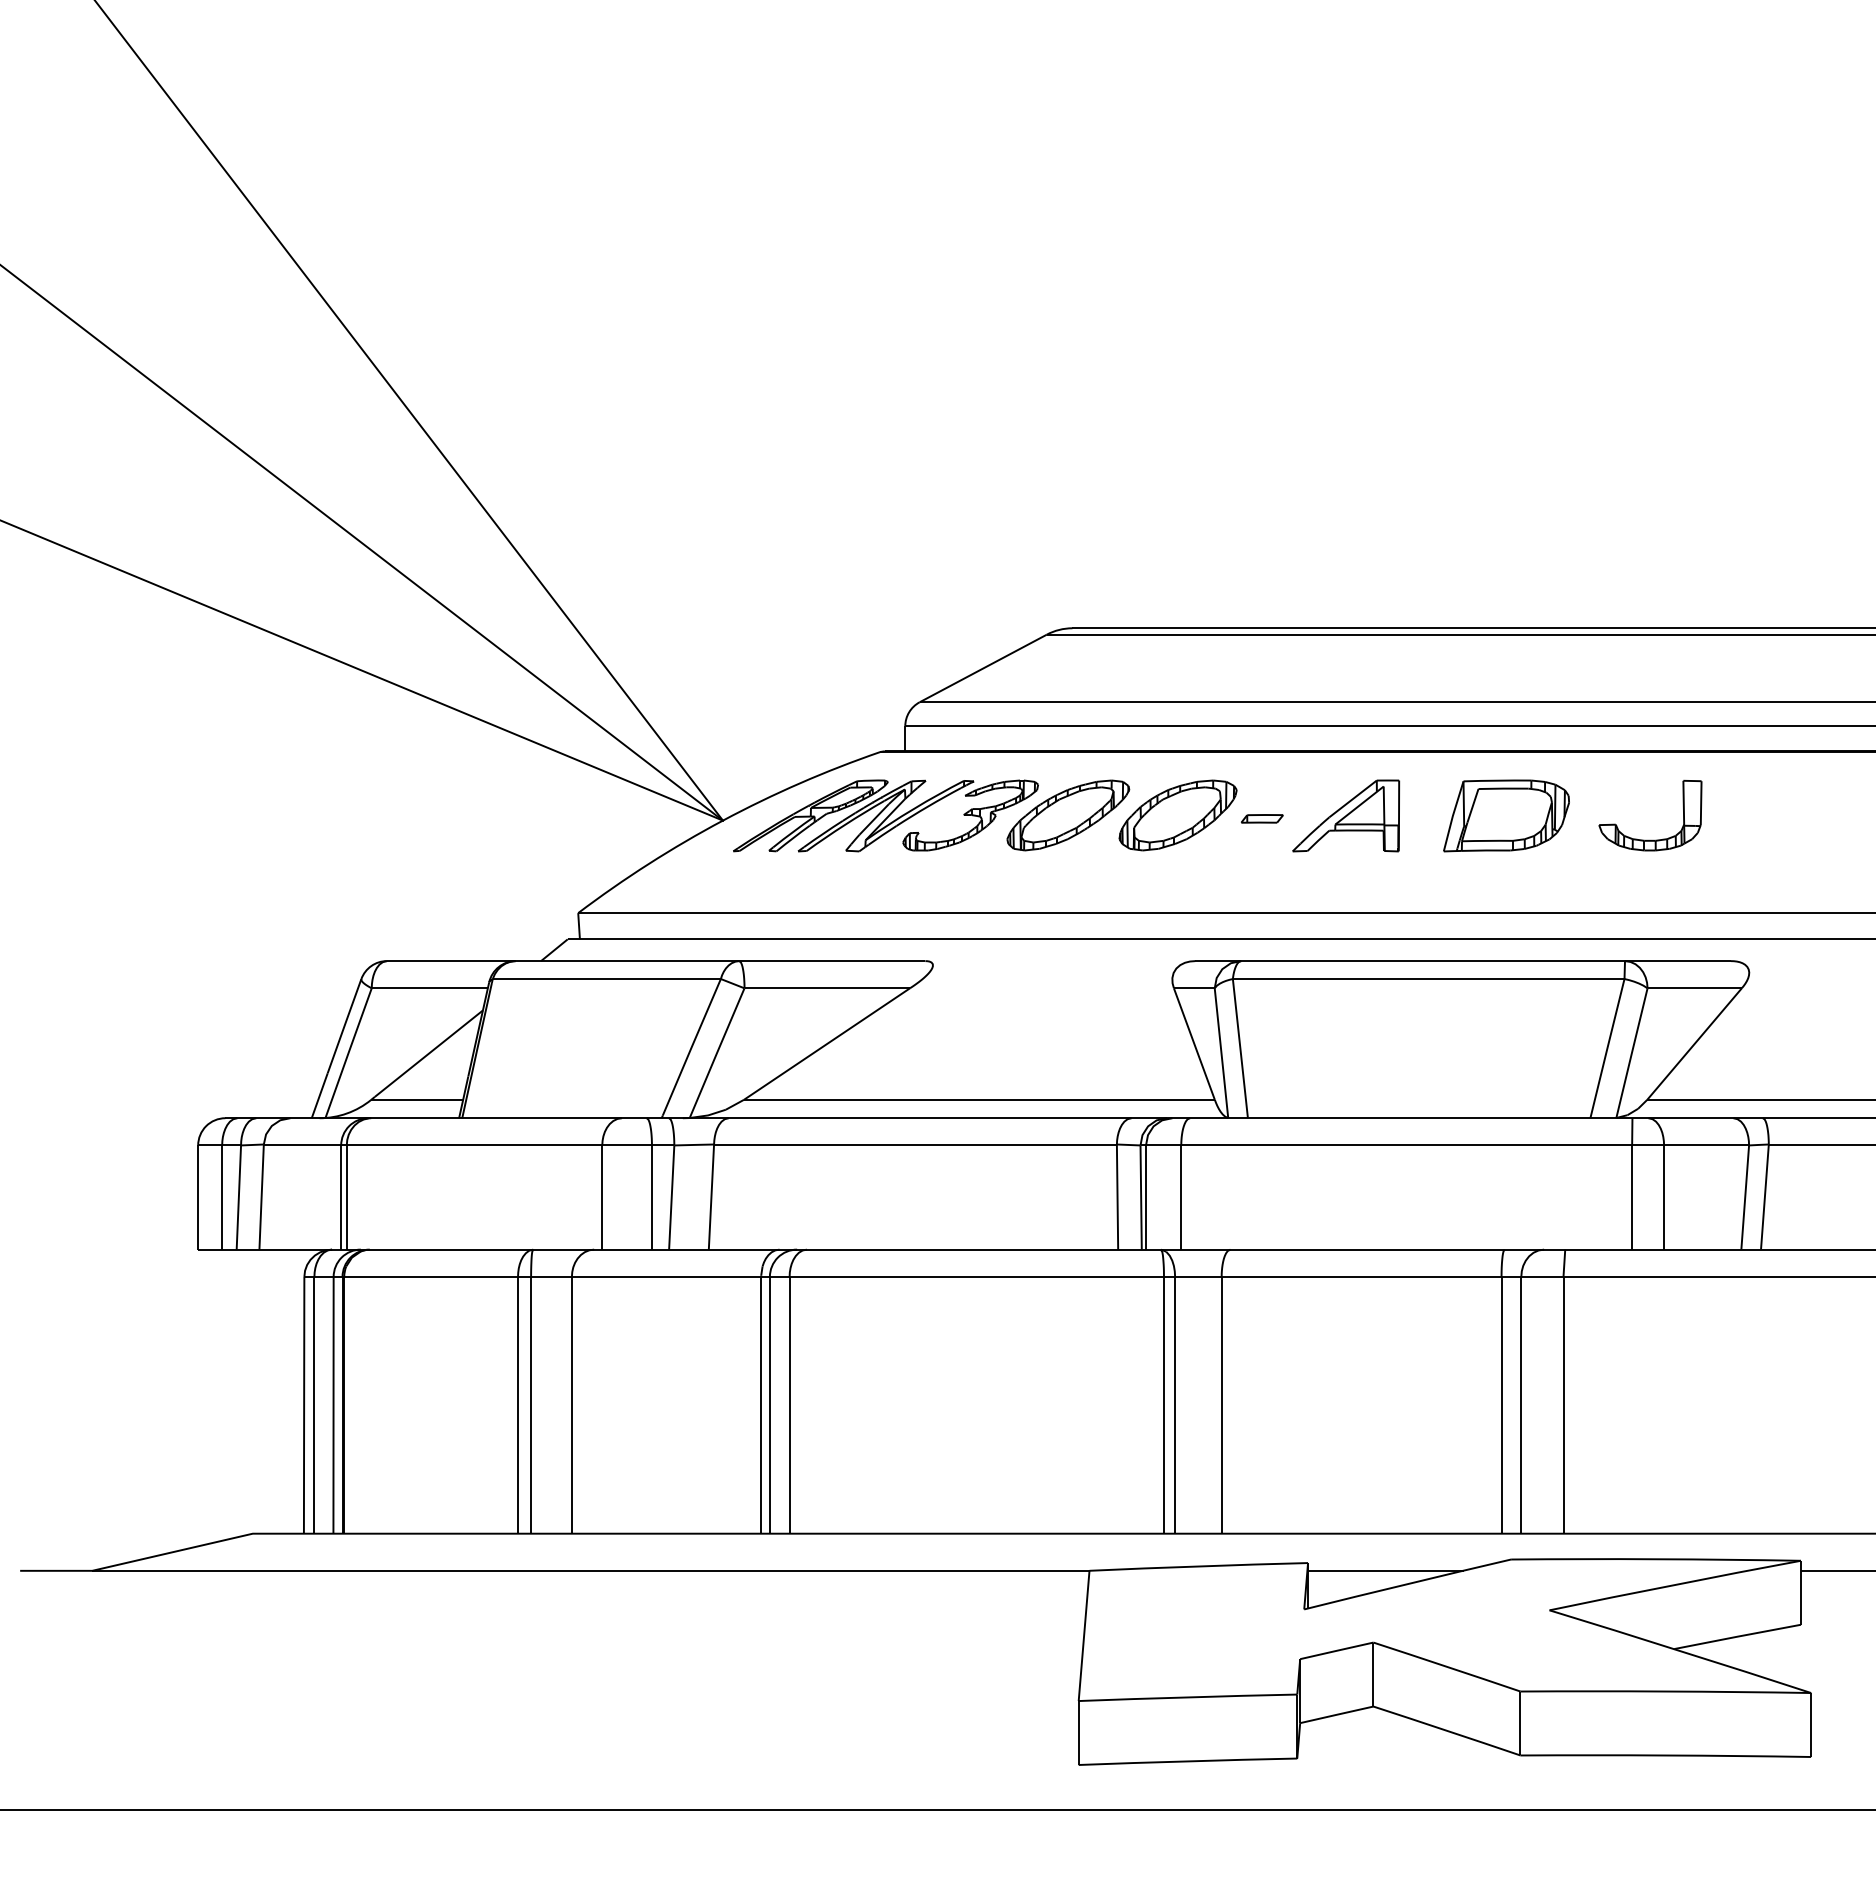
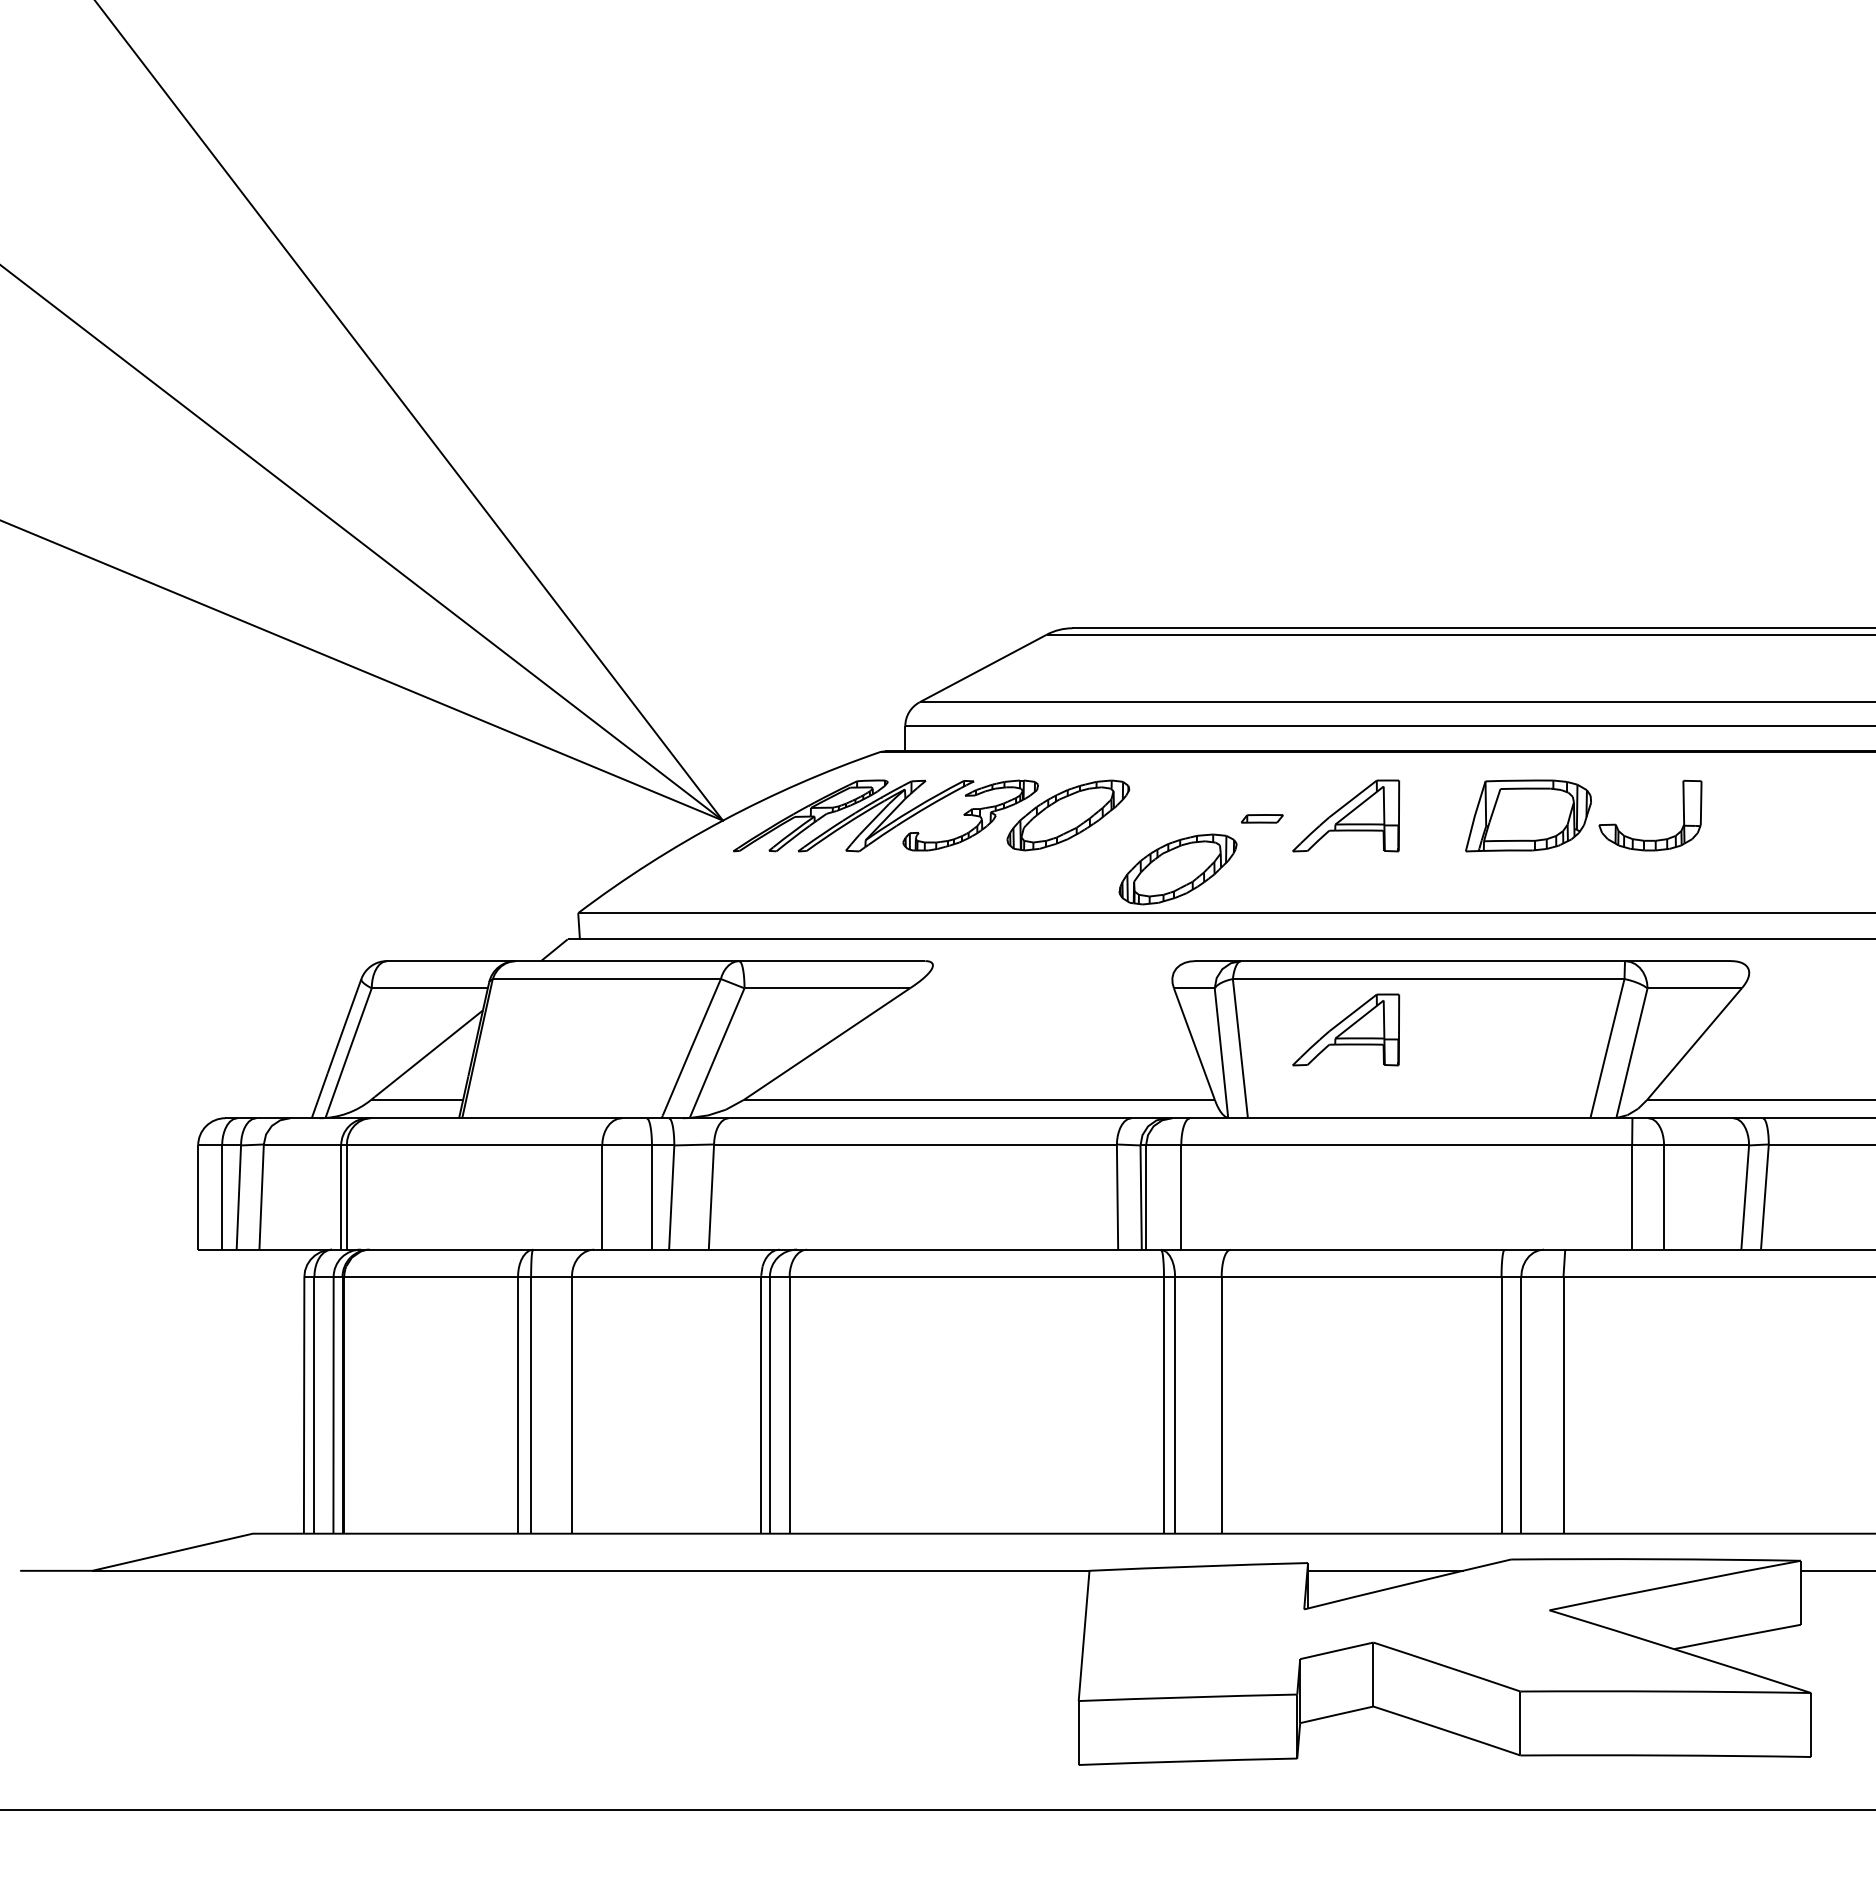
part at (1177, 815) position: (1177, 815) -> (1177, 869)
part at (1506, 815) position: (1506, 815) -> (1528, 815)
part at (1346, 1029): none -> present
